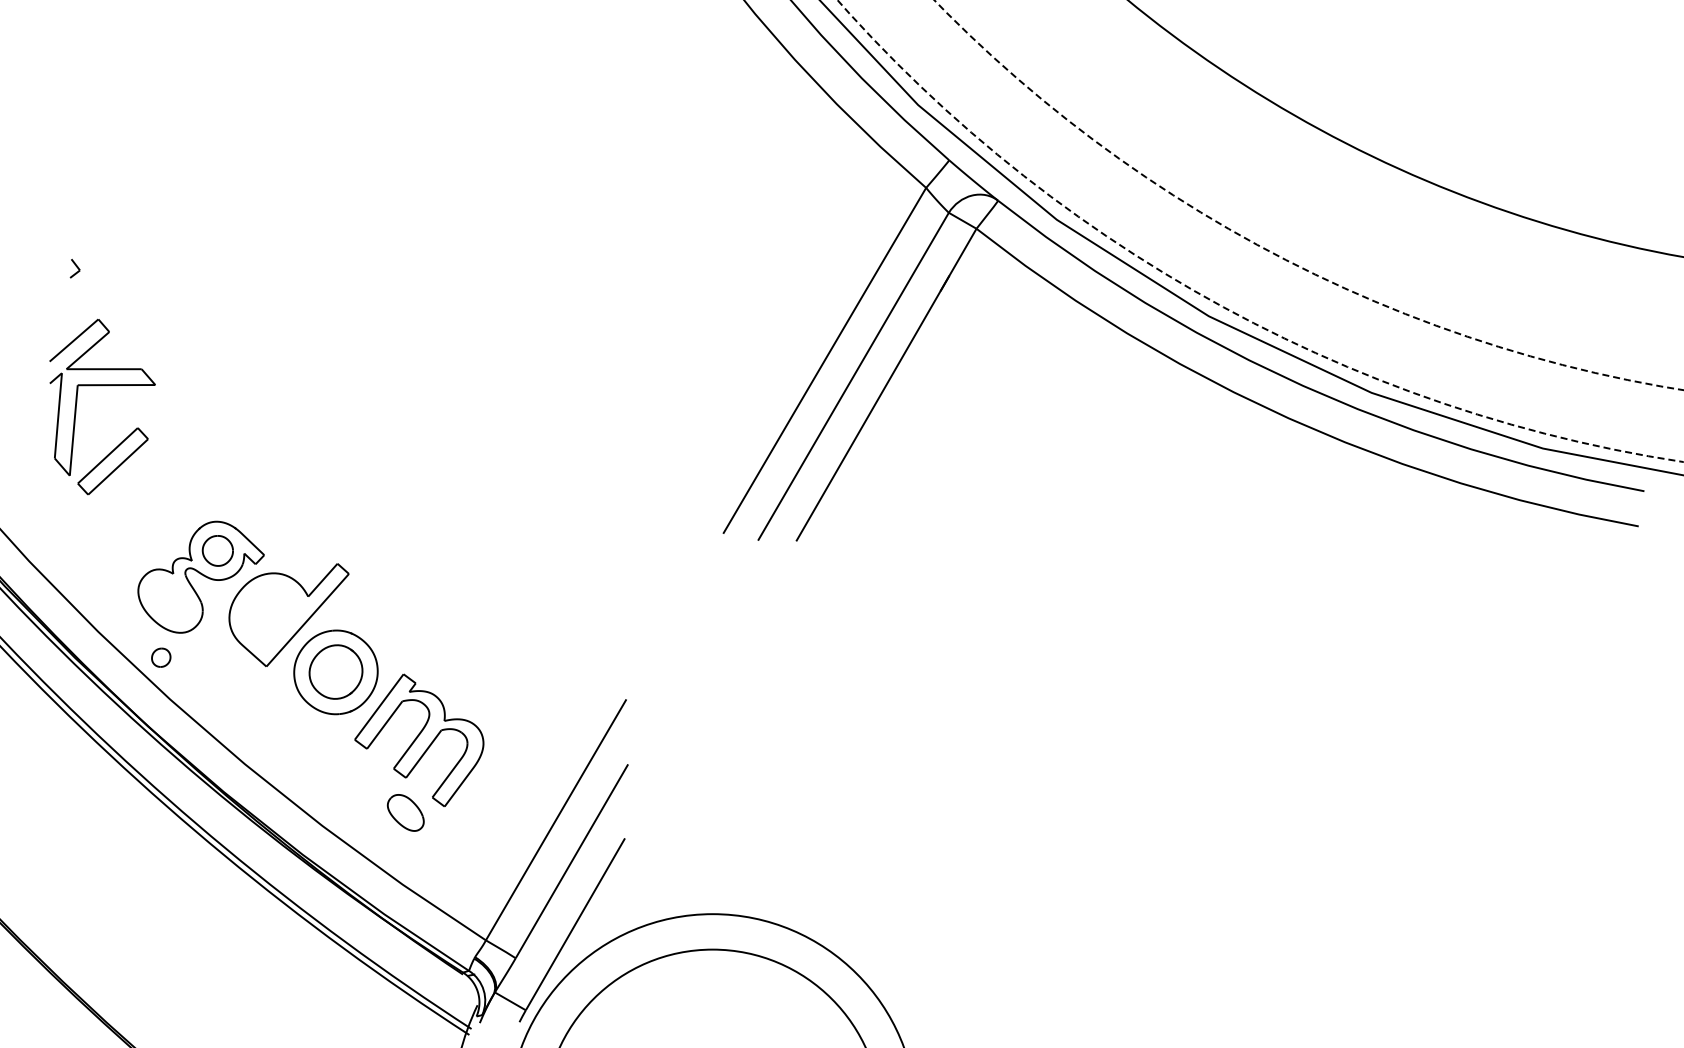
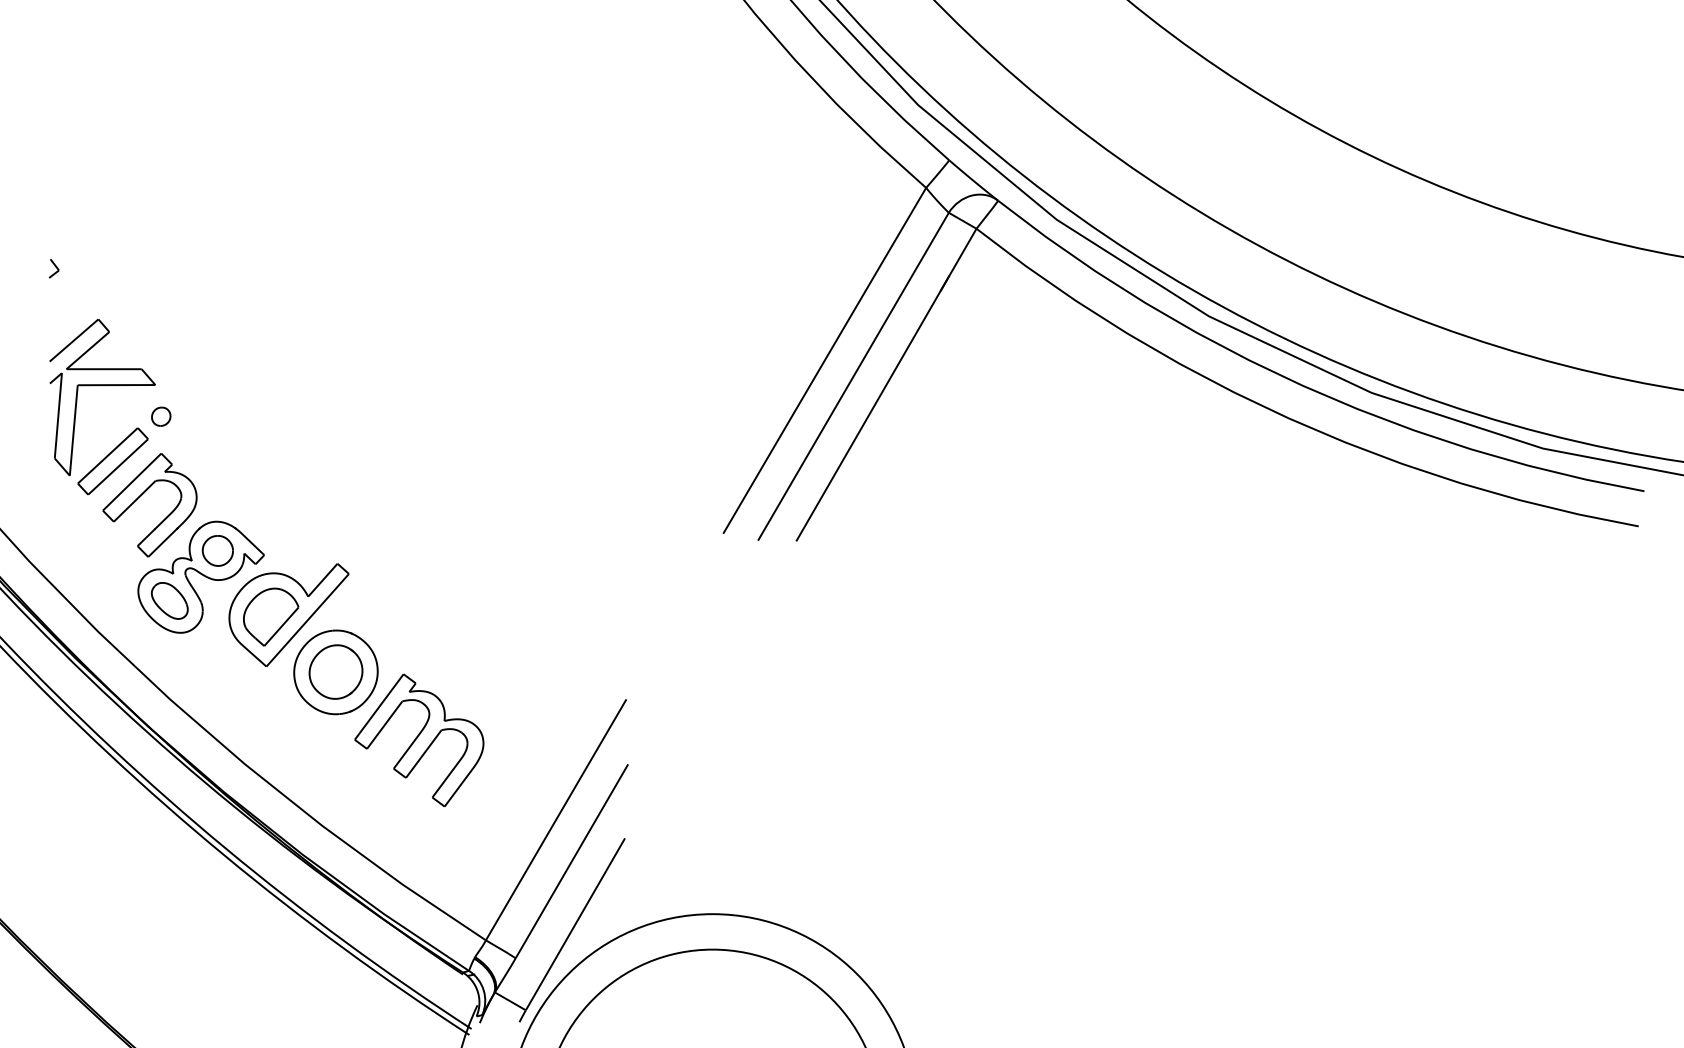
circle at (1308, 195): dashed -> solid
circle at (1260, 231): dashed -> solid
part at (74, 268) position: (74, 268) -> (53, 268)
part at (141, 496): none -> present
part at (271, 616): none -> present
part at (161, 657) position: (161, 657) -> (161, 416)
part at (405, 812) position: (405, 812) -> (169, 600)
